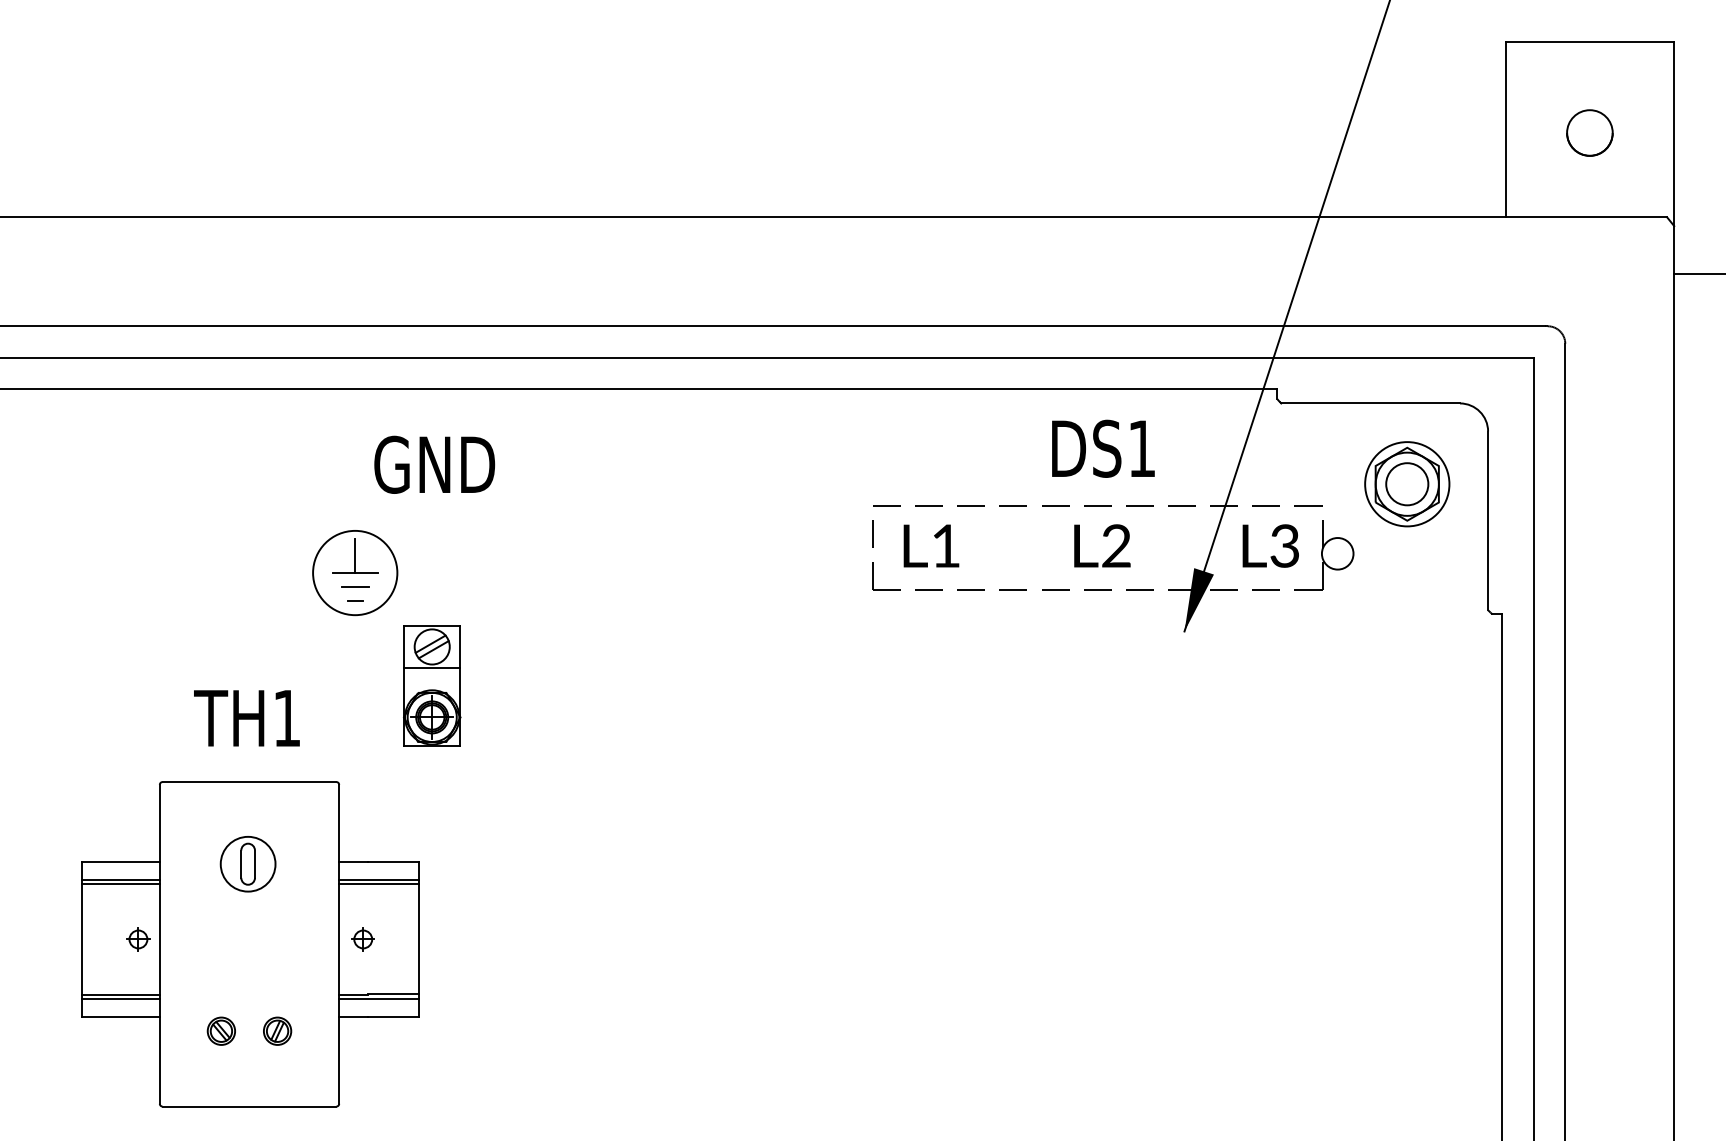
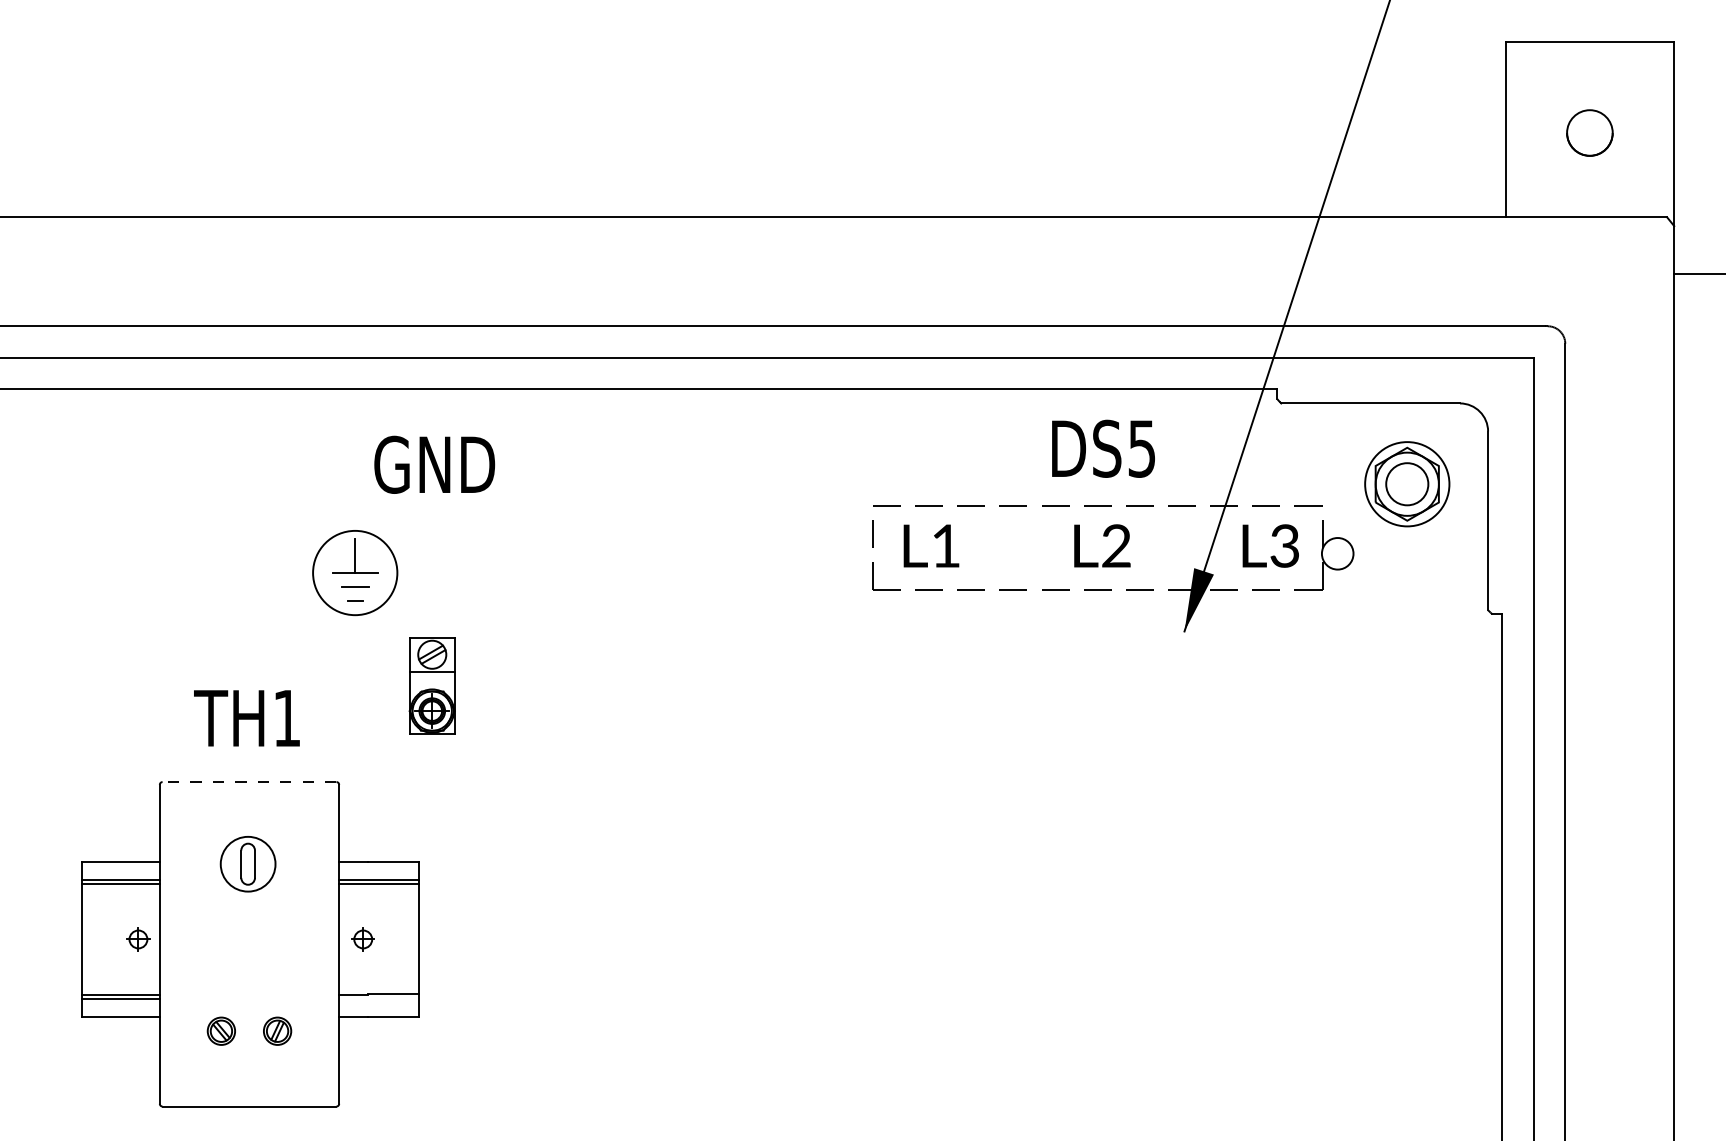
text at (1141, 448): DS1 -> DS5
part at (432, 685) size: 59x122 px -> 48x98 px
line at (249, 782): solid -> dashed
line at (379, 999): present -> none
